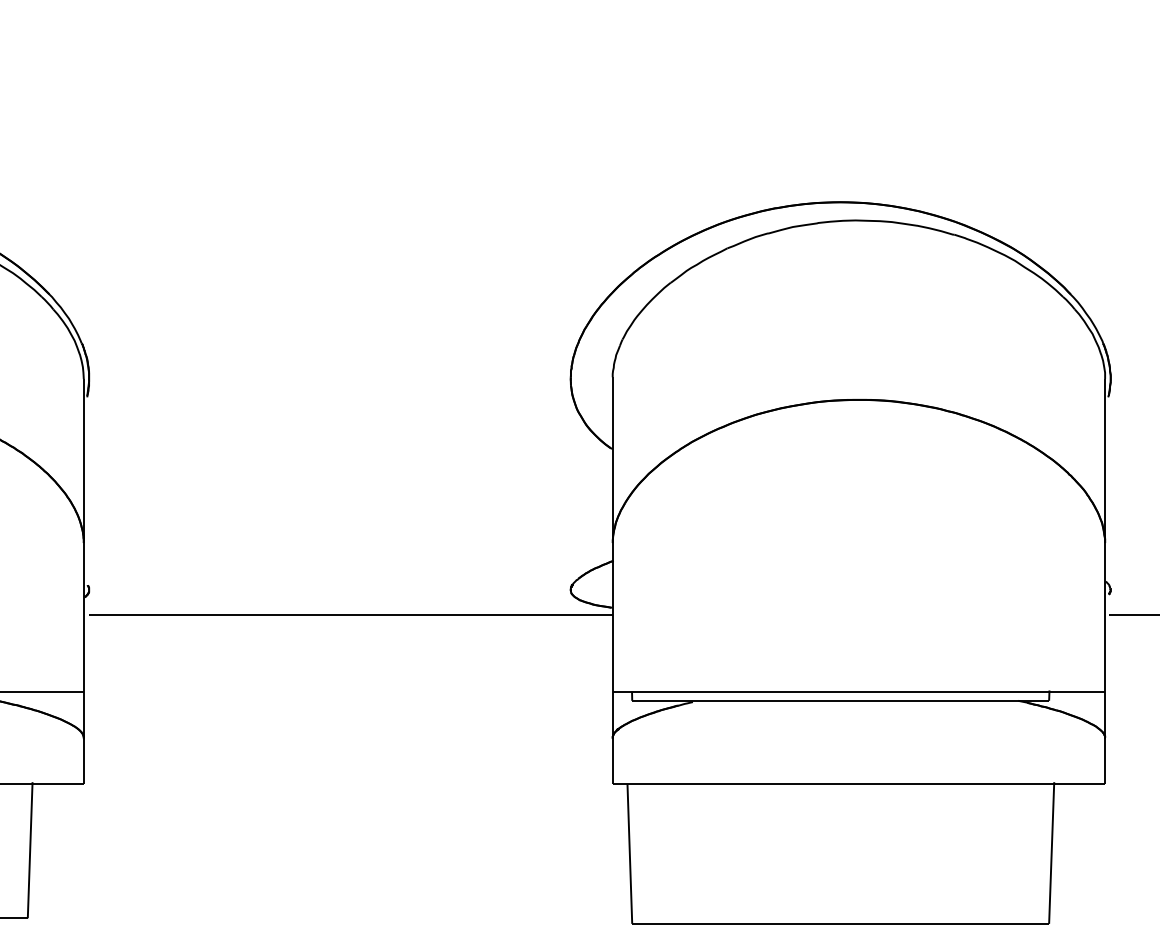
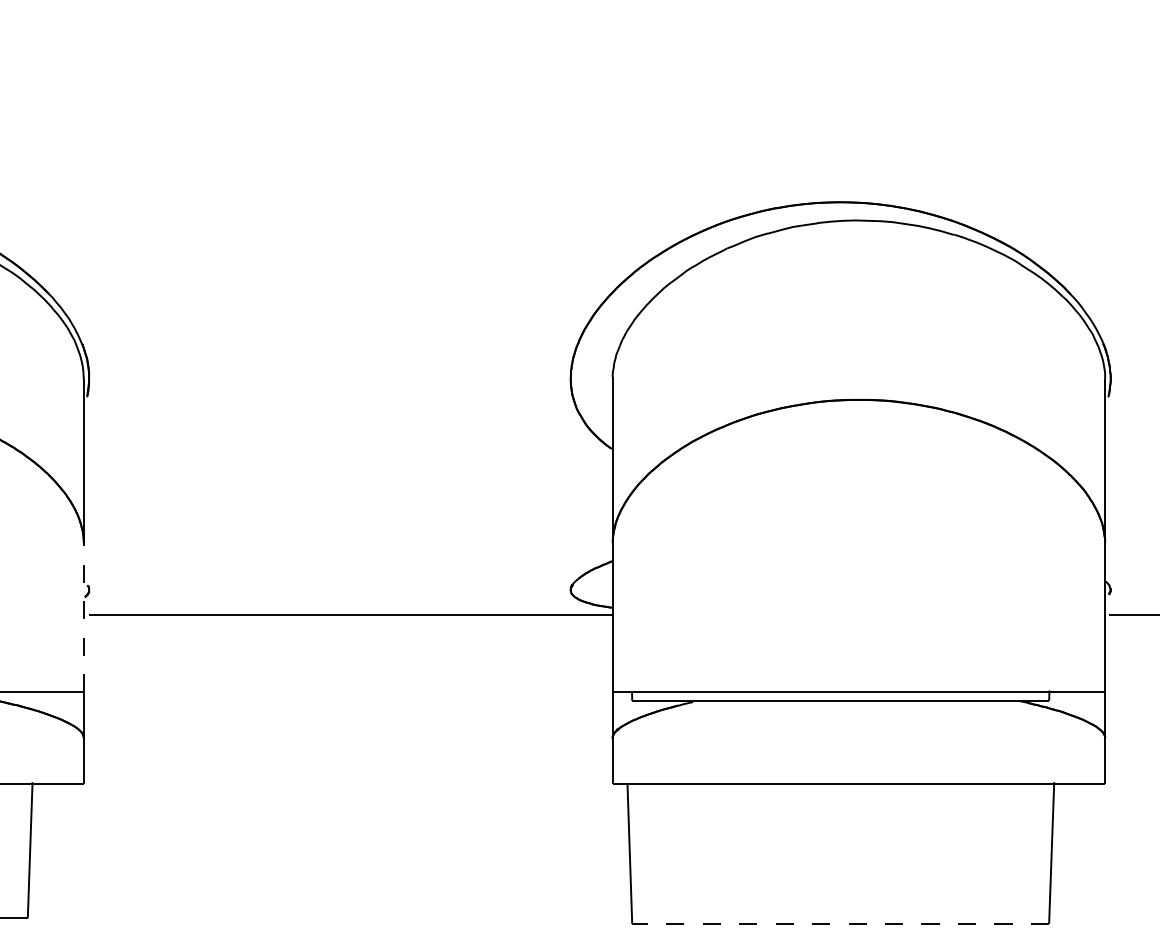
line at (83, 617): solid -> dashed
line at (840, 923): solid -> dashed
